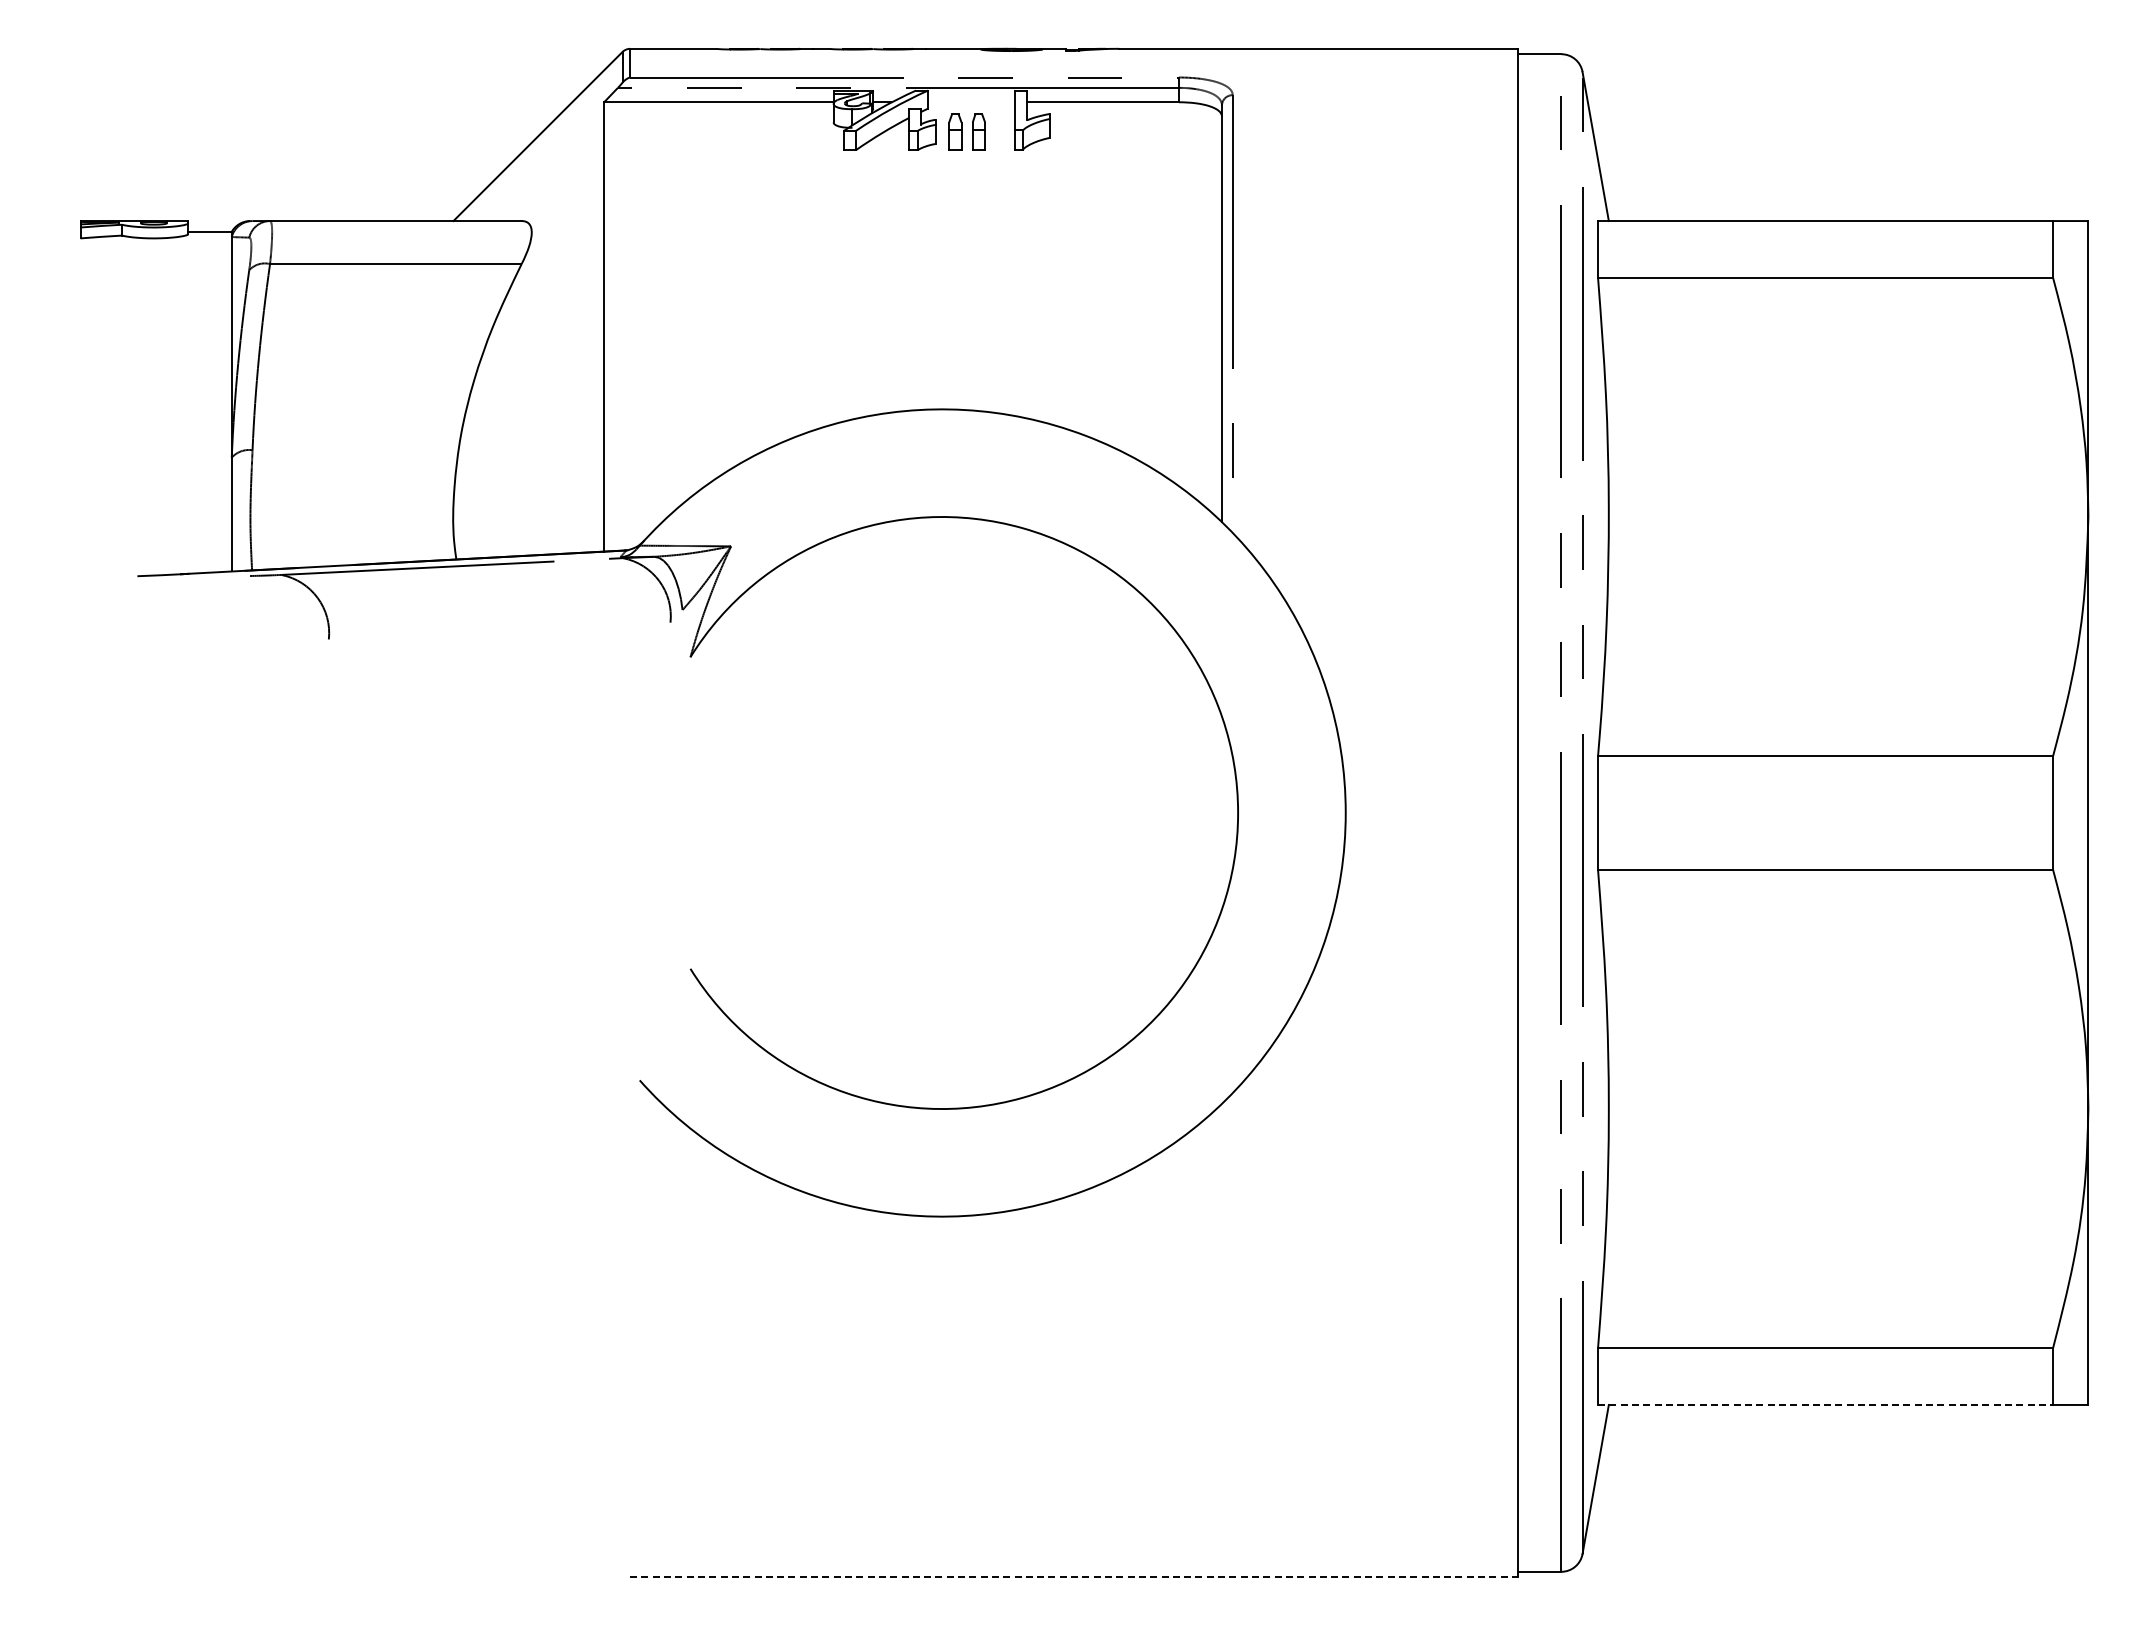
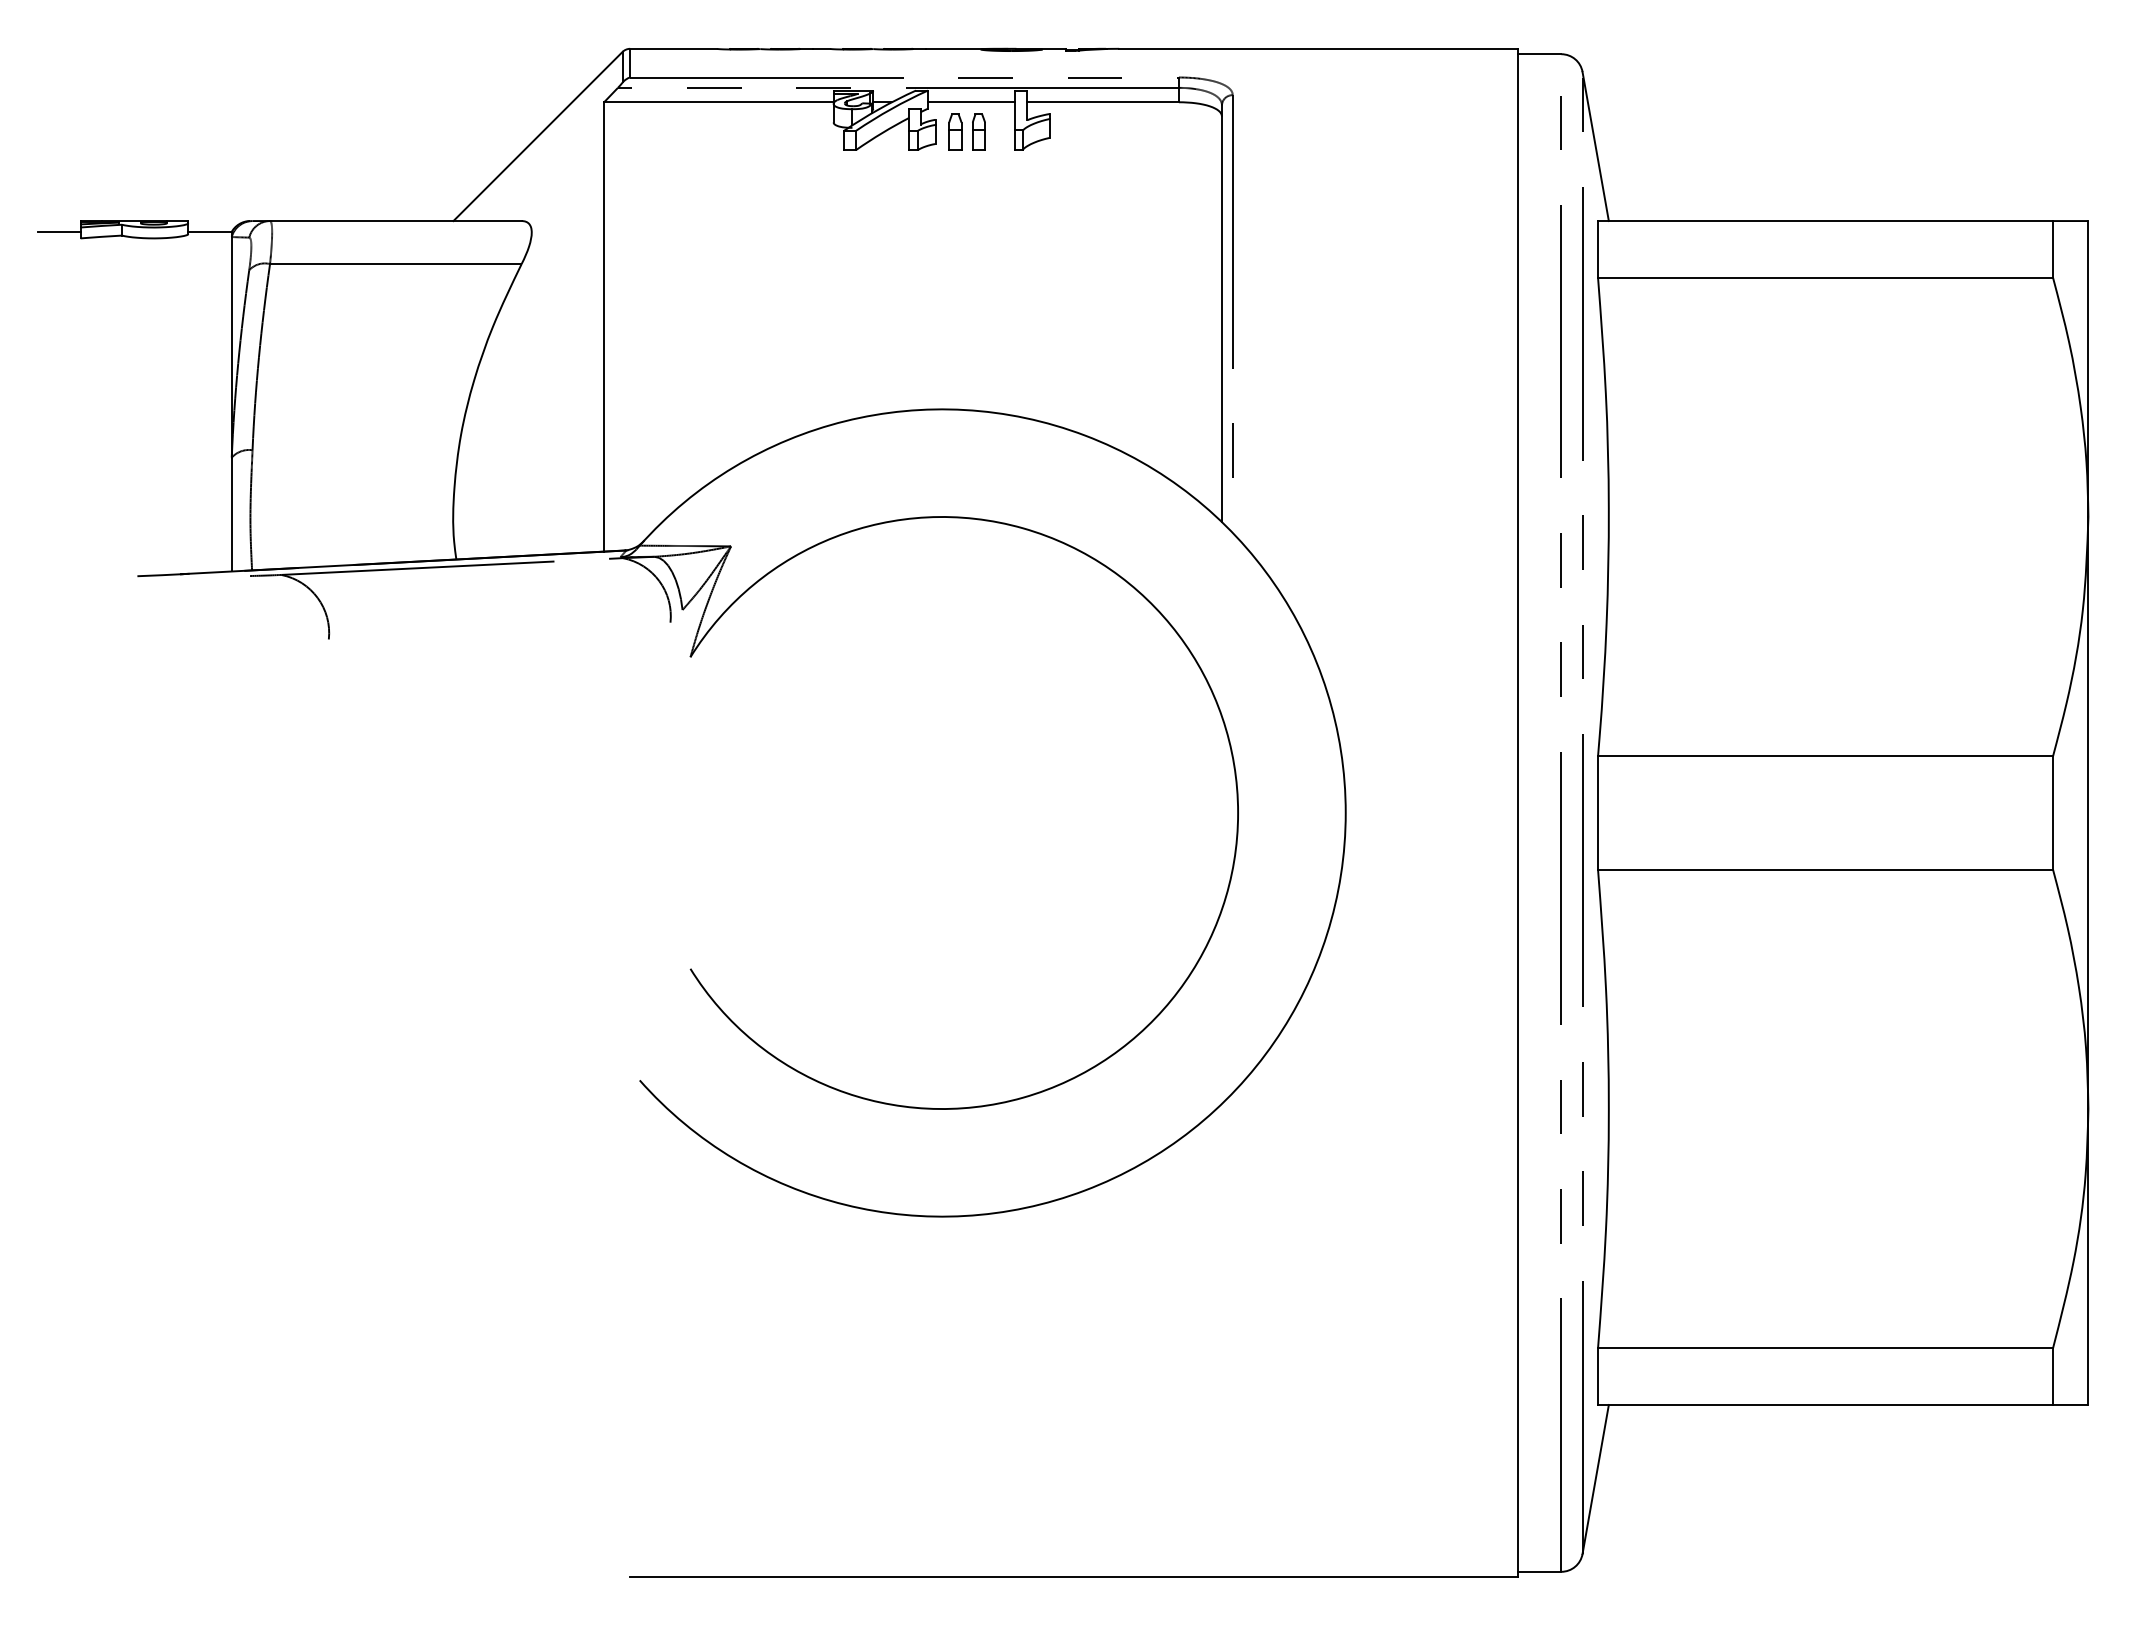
line at (971, 102): none -> present
line at (59, 231): none -> present
line at (1826, 1404): dashed -> solid
line at (1074, 1577): dashed -> solid
